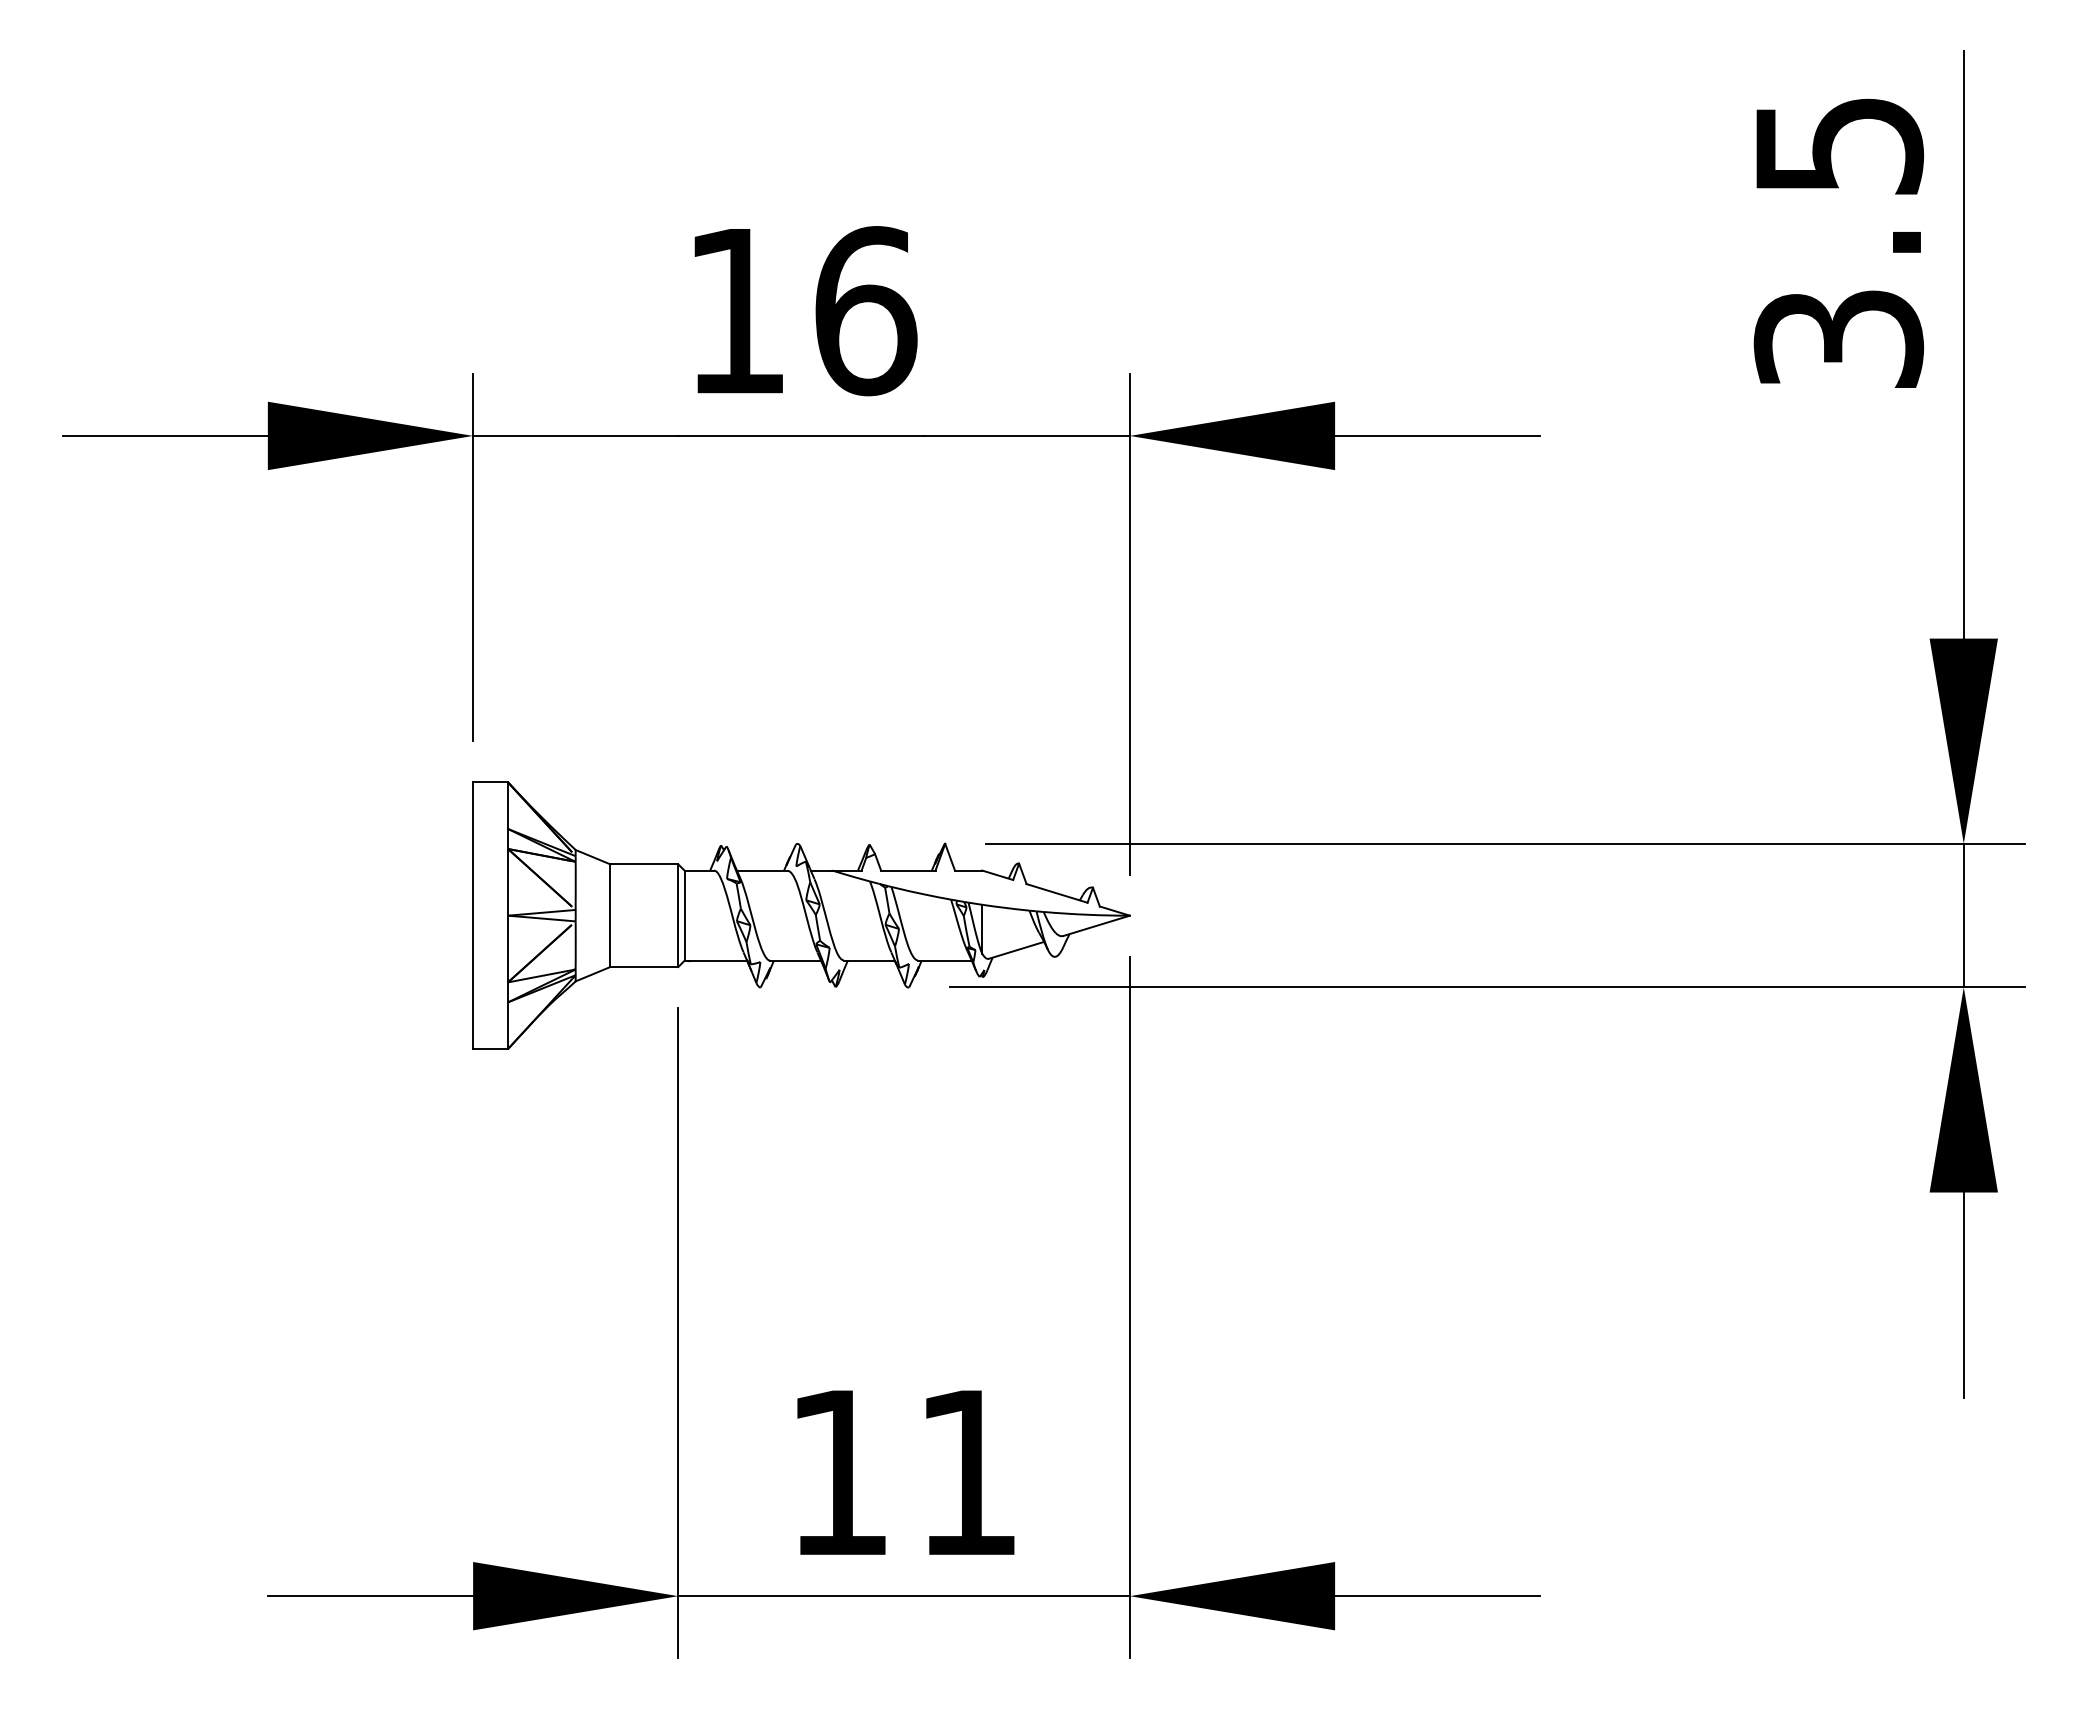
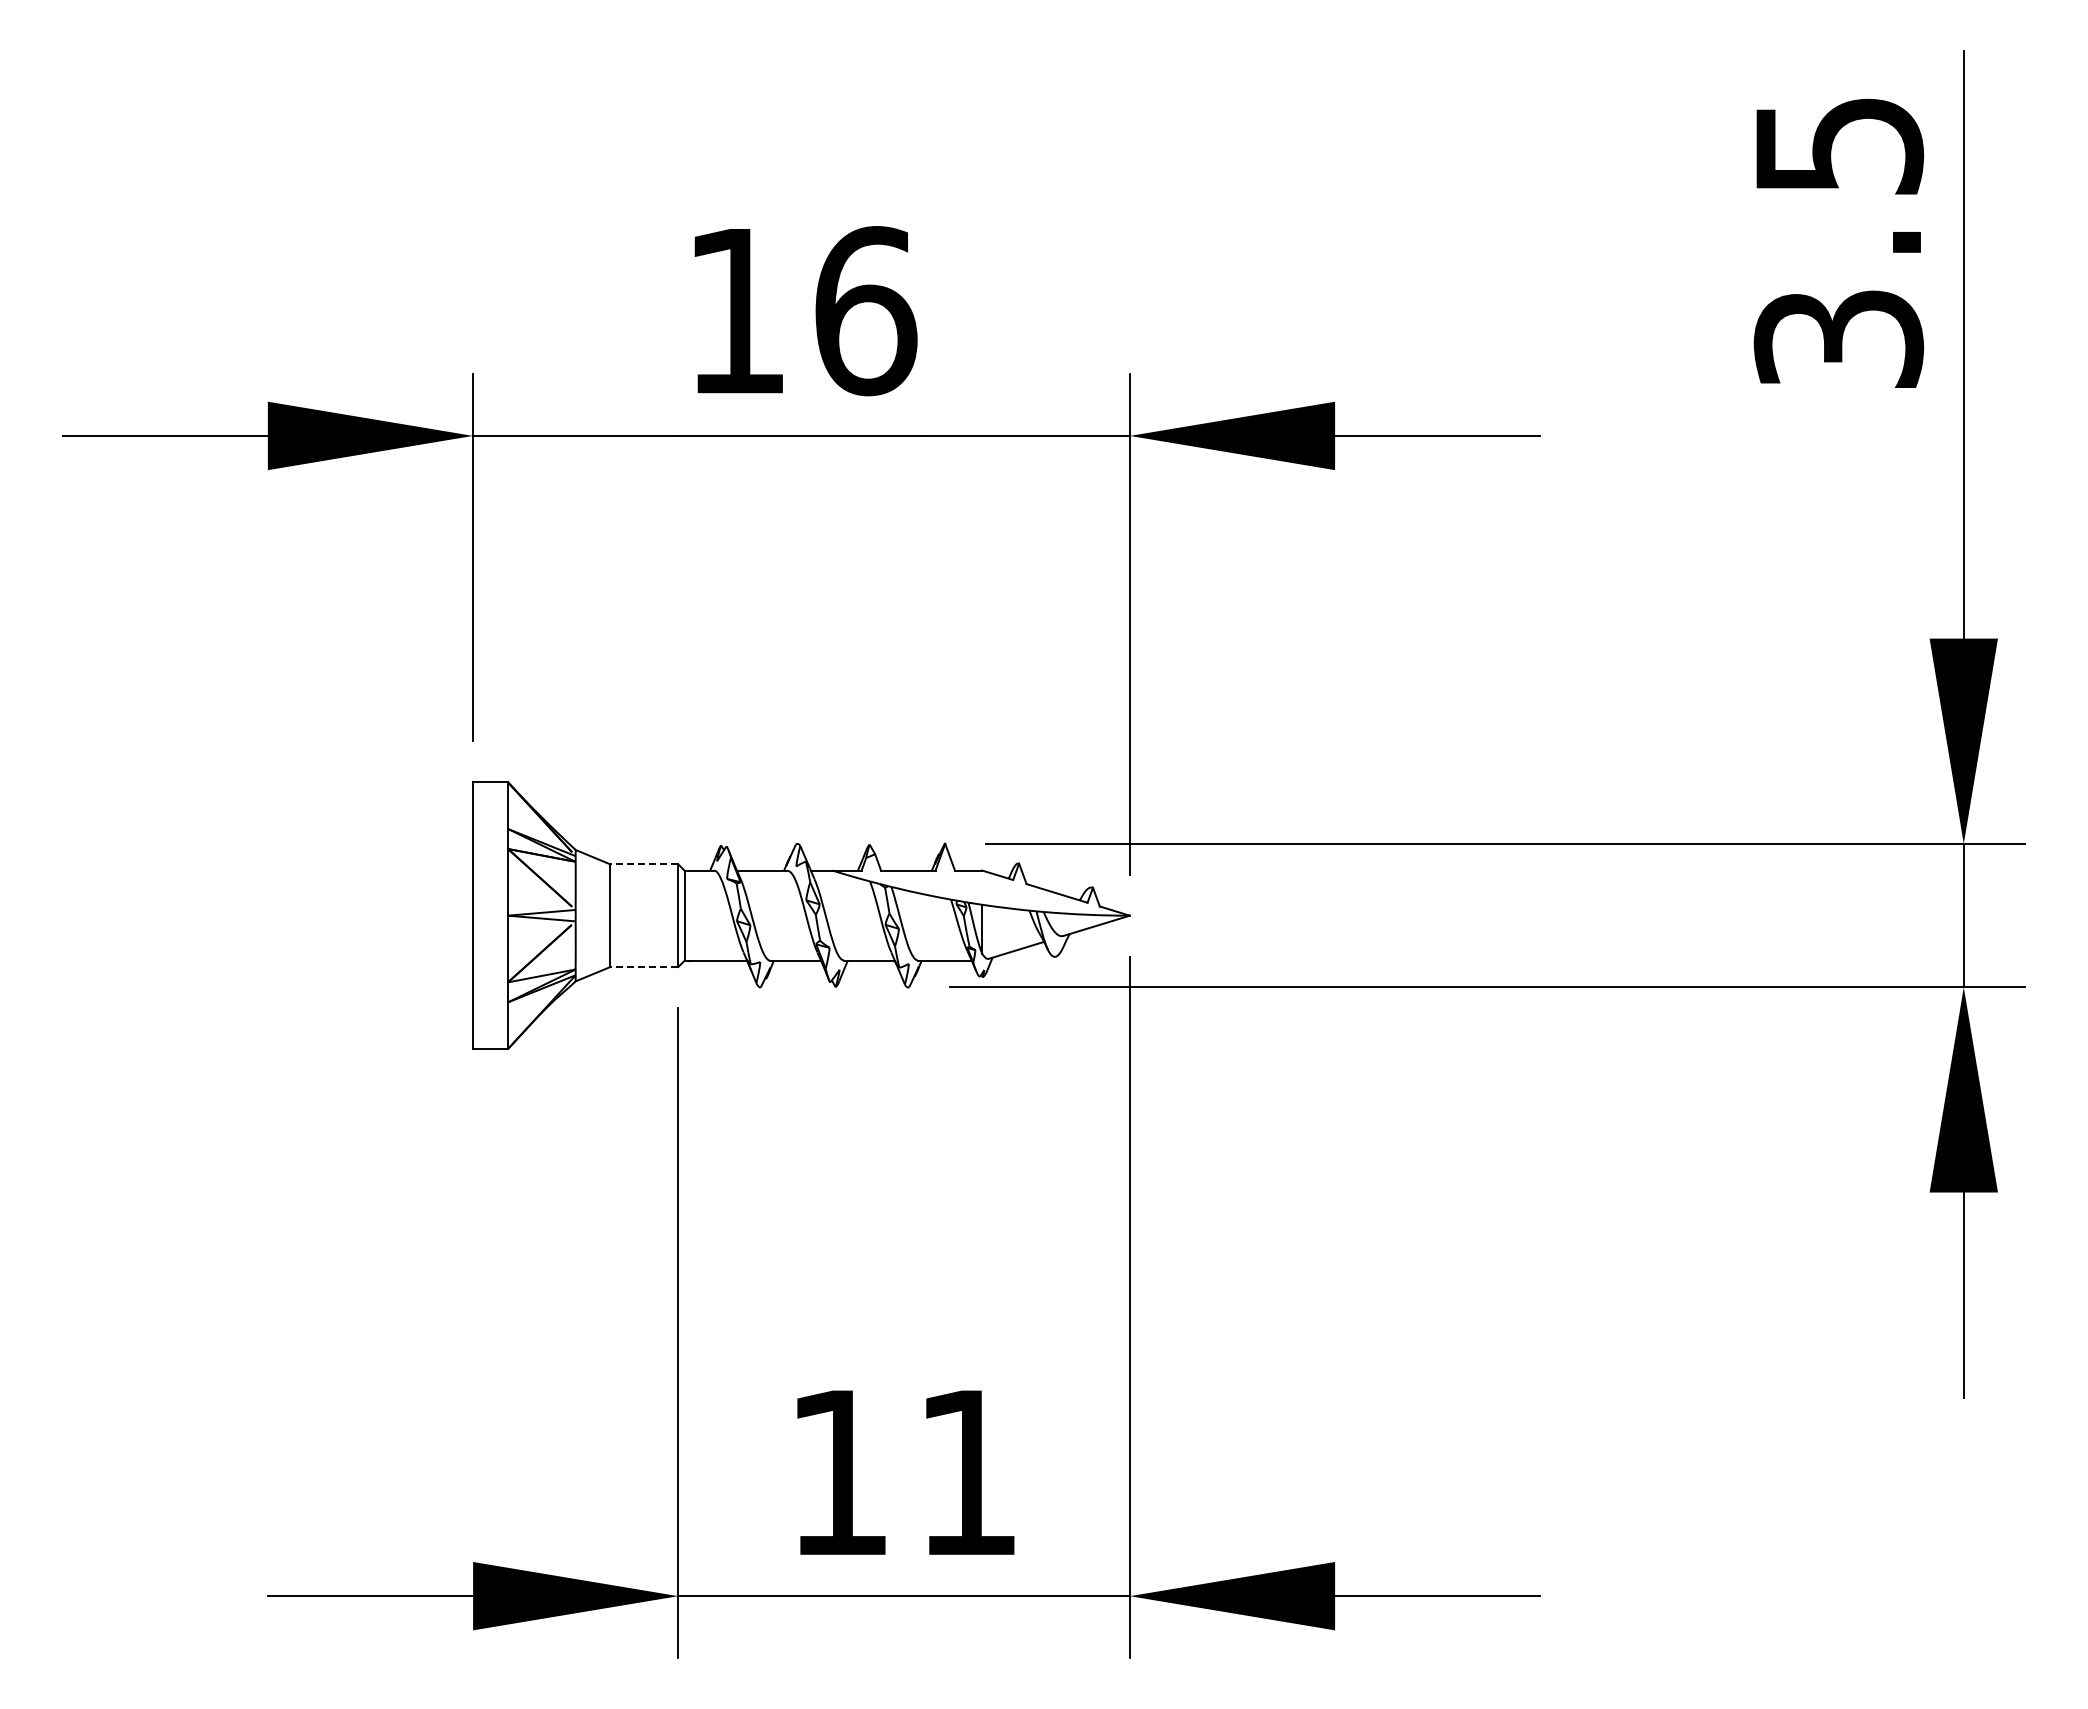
line at (644, 864): solid -> dashed
line at (644, 967): solid -> dashed
